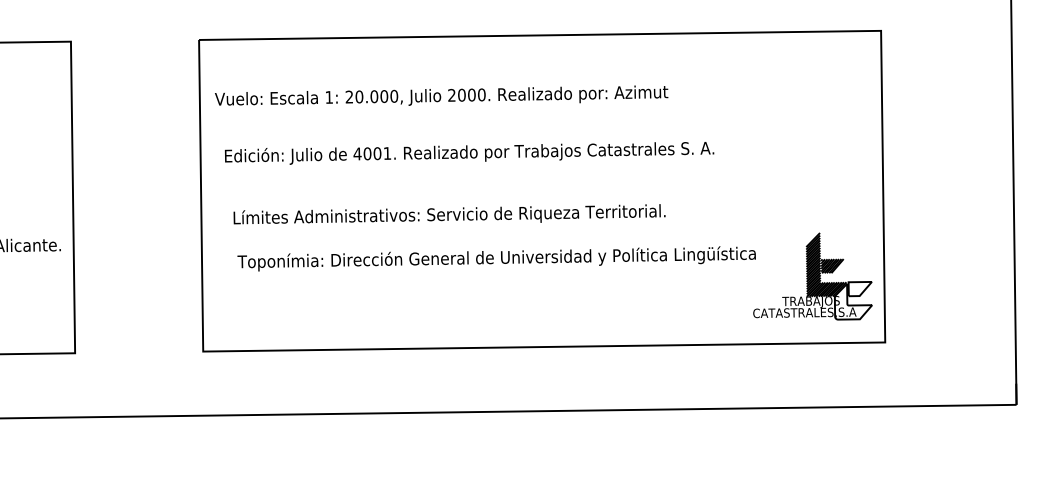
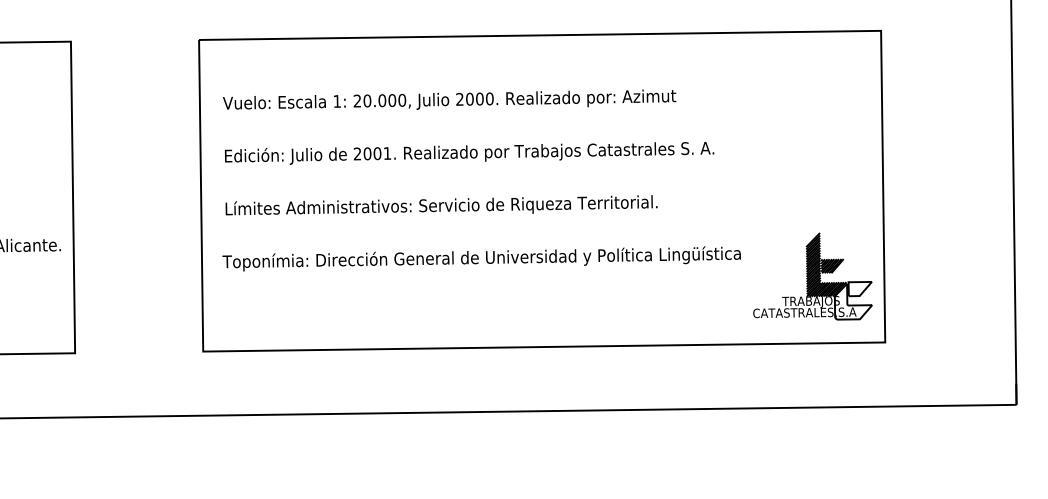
text at (441, 95) position: (441, 95) -> (449, 99)
text at (357, 153): 4001. -> 2001.
text at (449, 214) position: (449, 214) -> (441, 205)
text at (496, 258) position: (496, 258) -> (481, 258)
